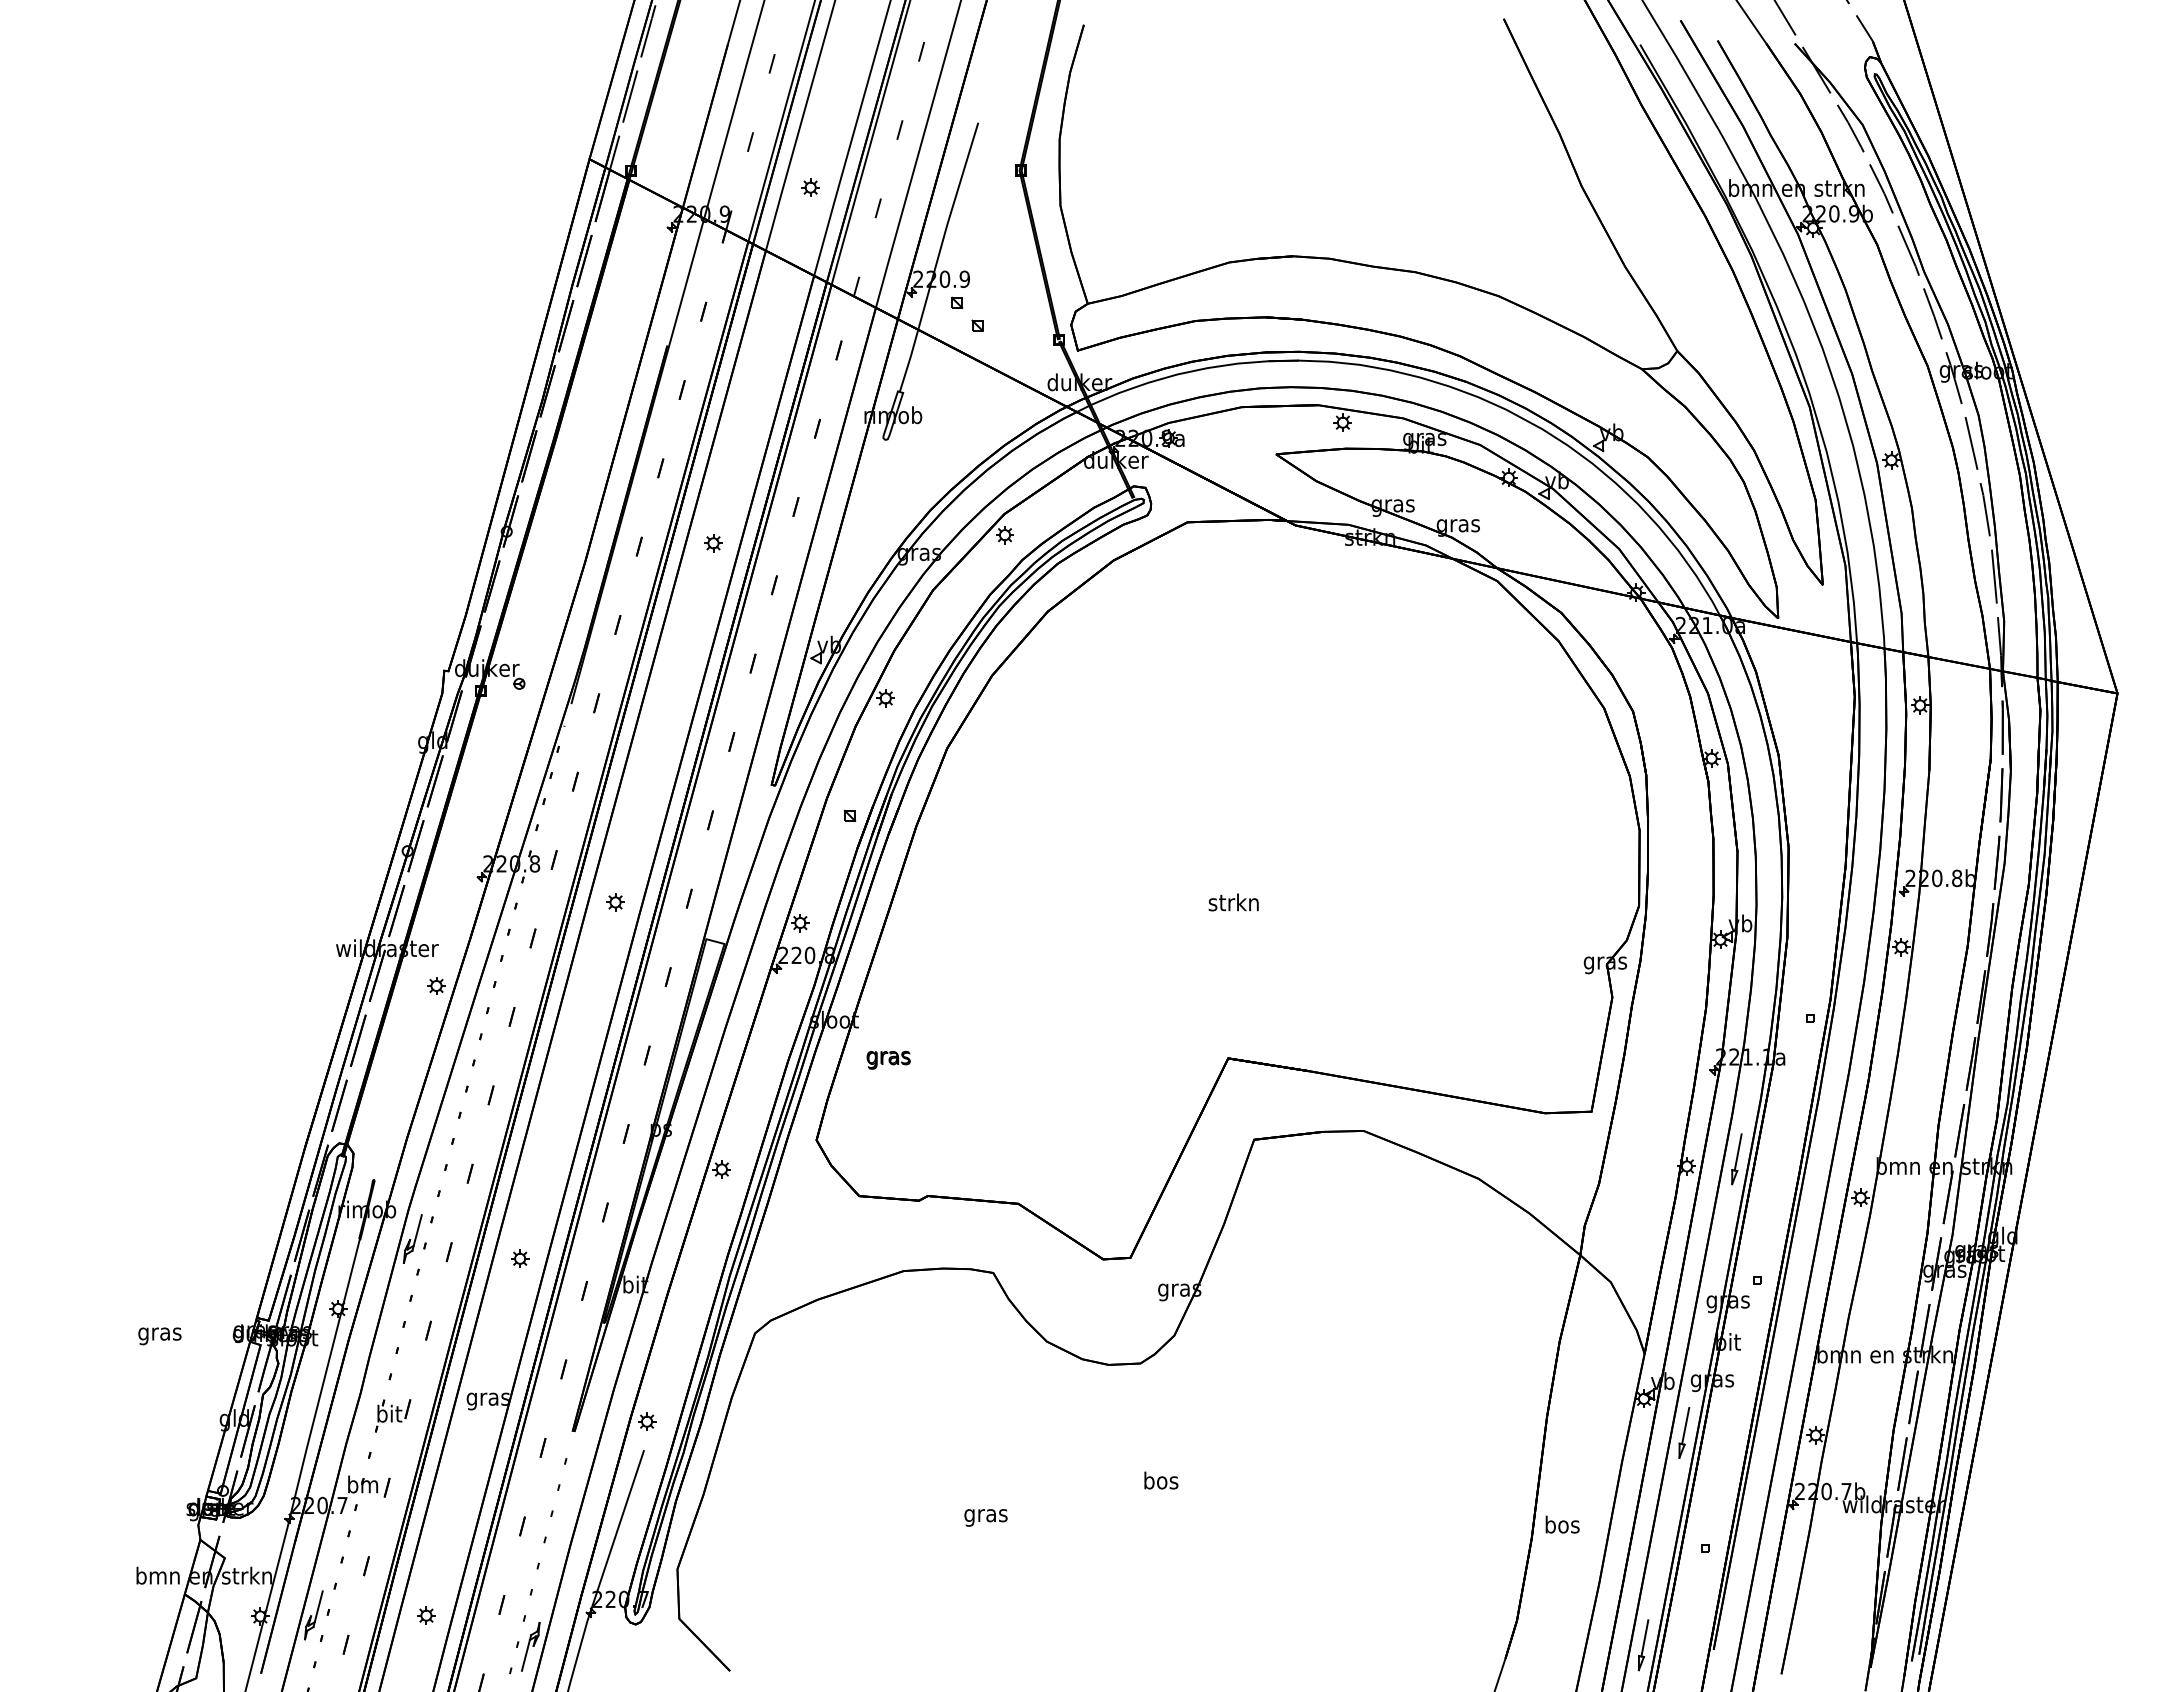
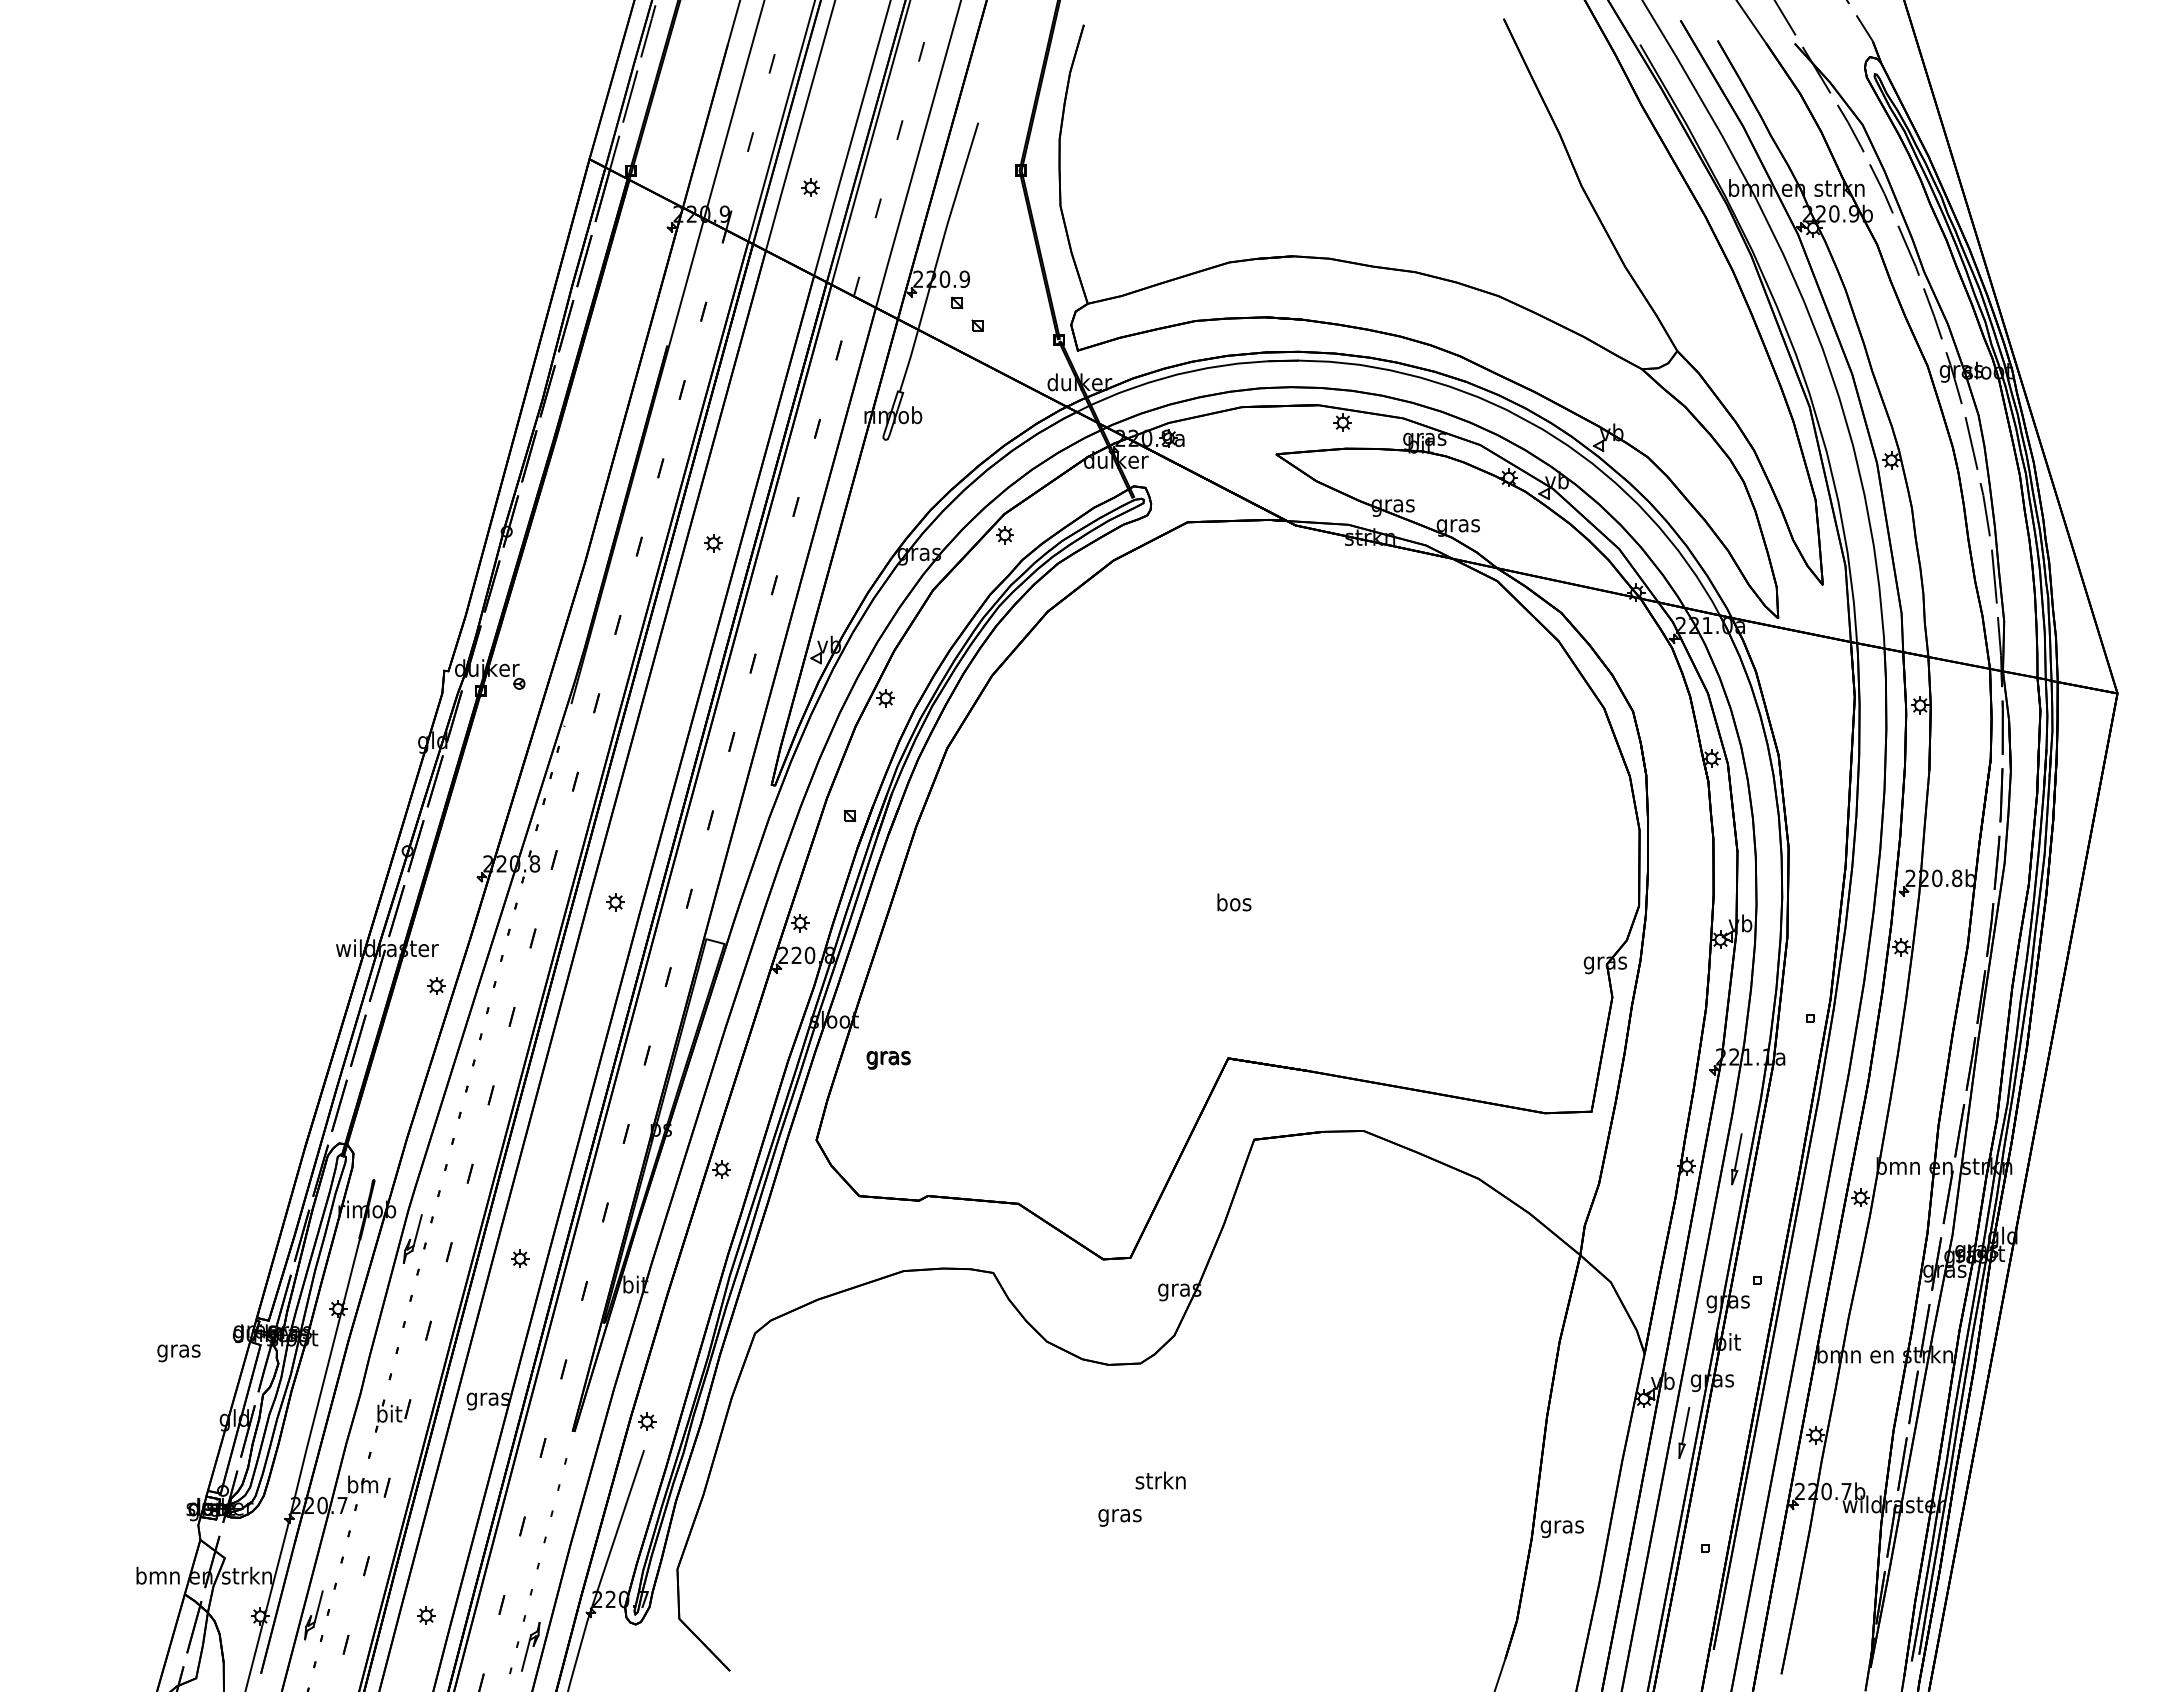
text at (1233, 902): strkn -> bos
text at (159, 1336) position: (159, 1336) -> (178, 1353)
text at (1160, 1480): bos -> strkn
text at (985, 1517) position: (985, 1517) -> (1119, 1517)
text at (1561, 1526): bos -> gras
part at (1643, 1645): present -> none
